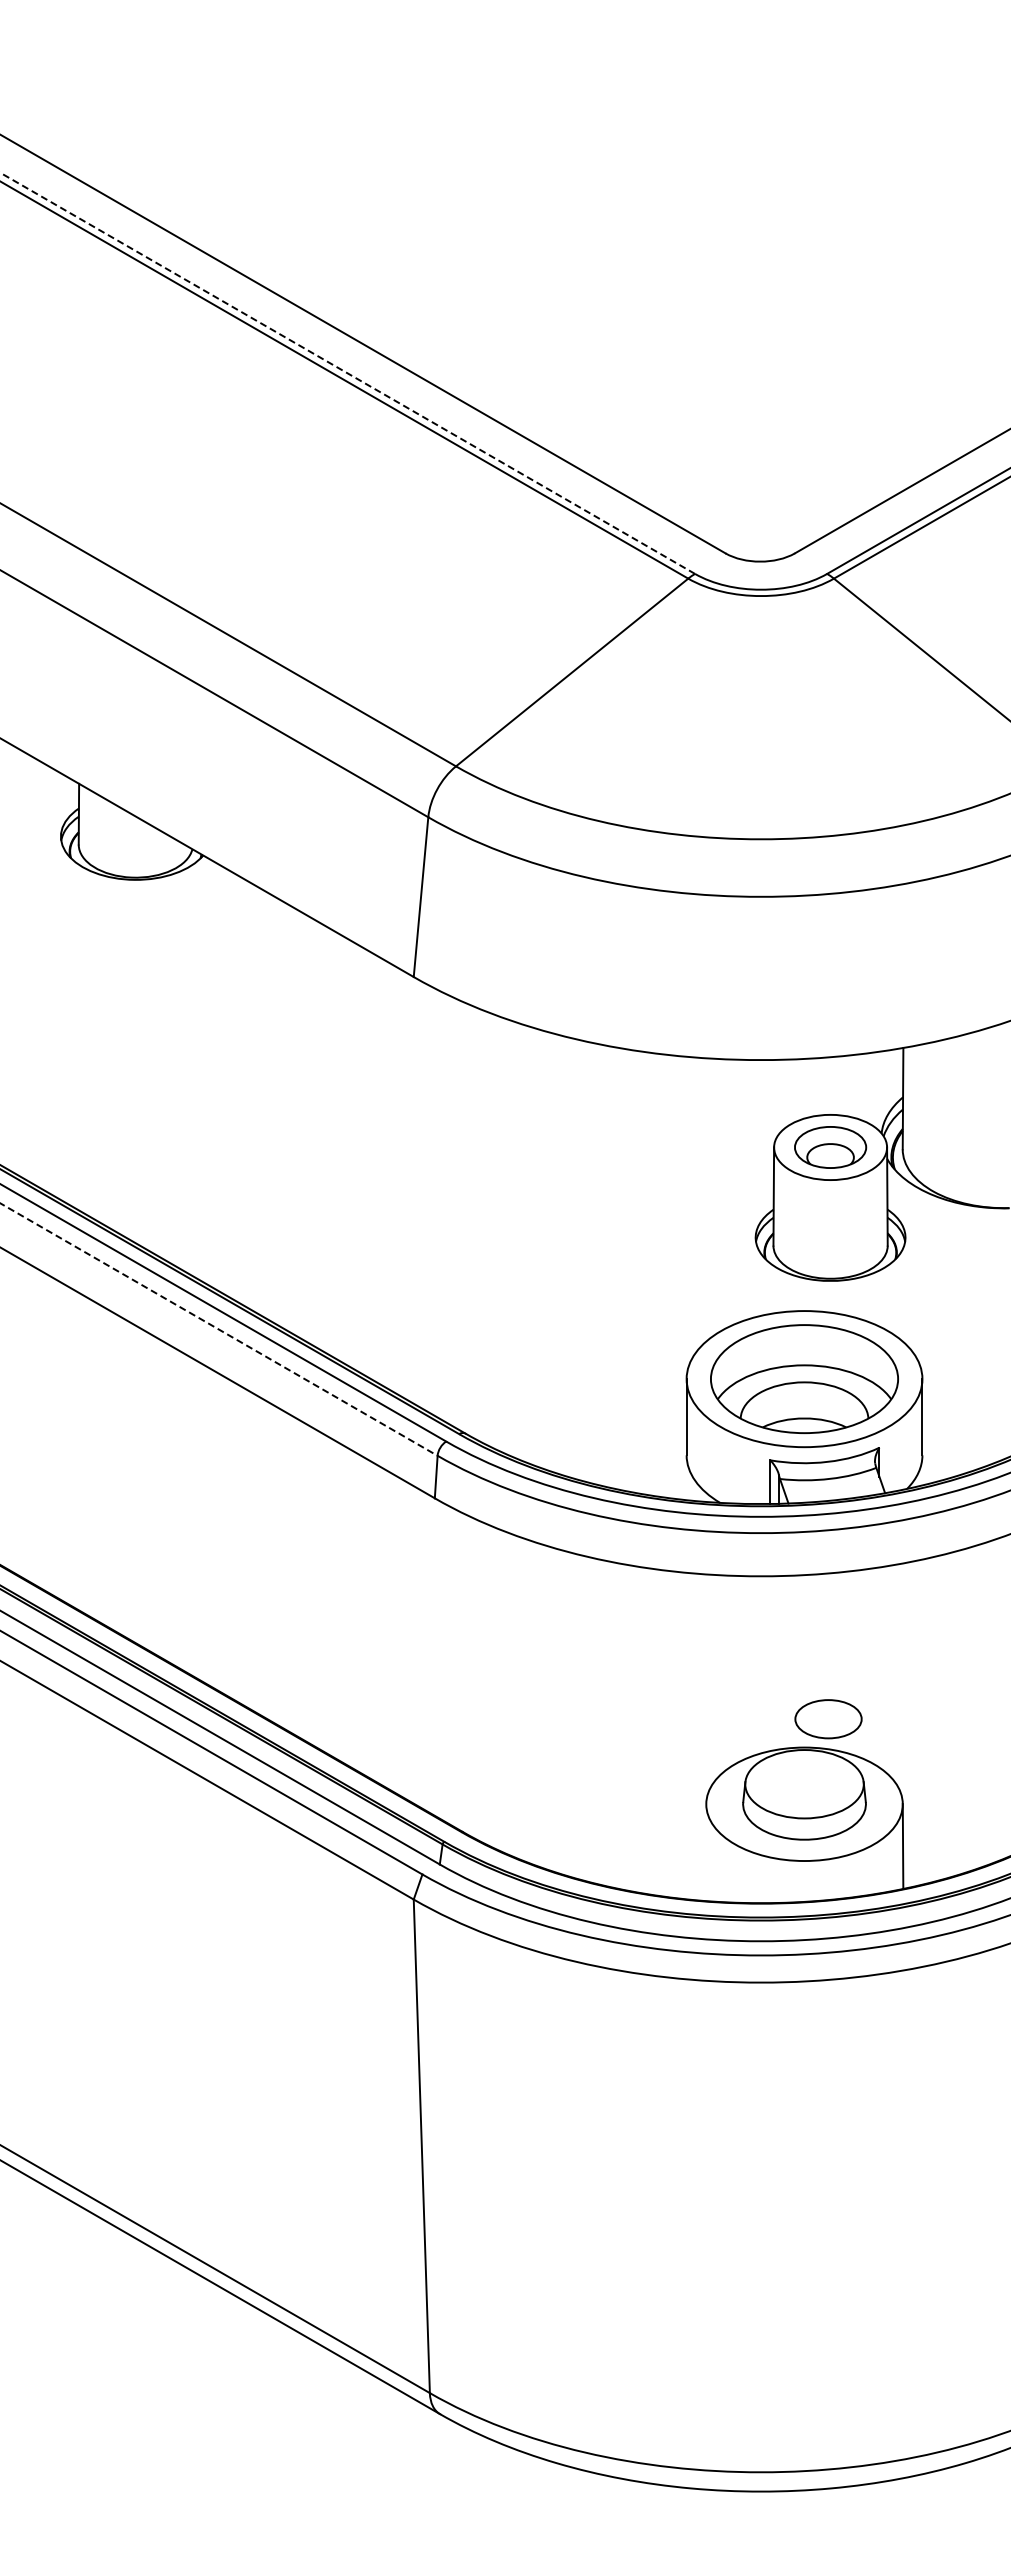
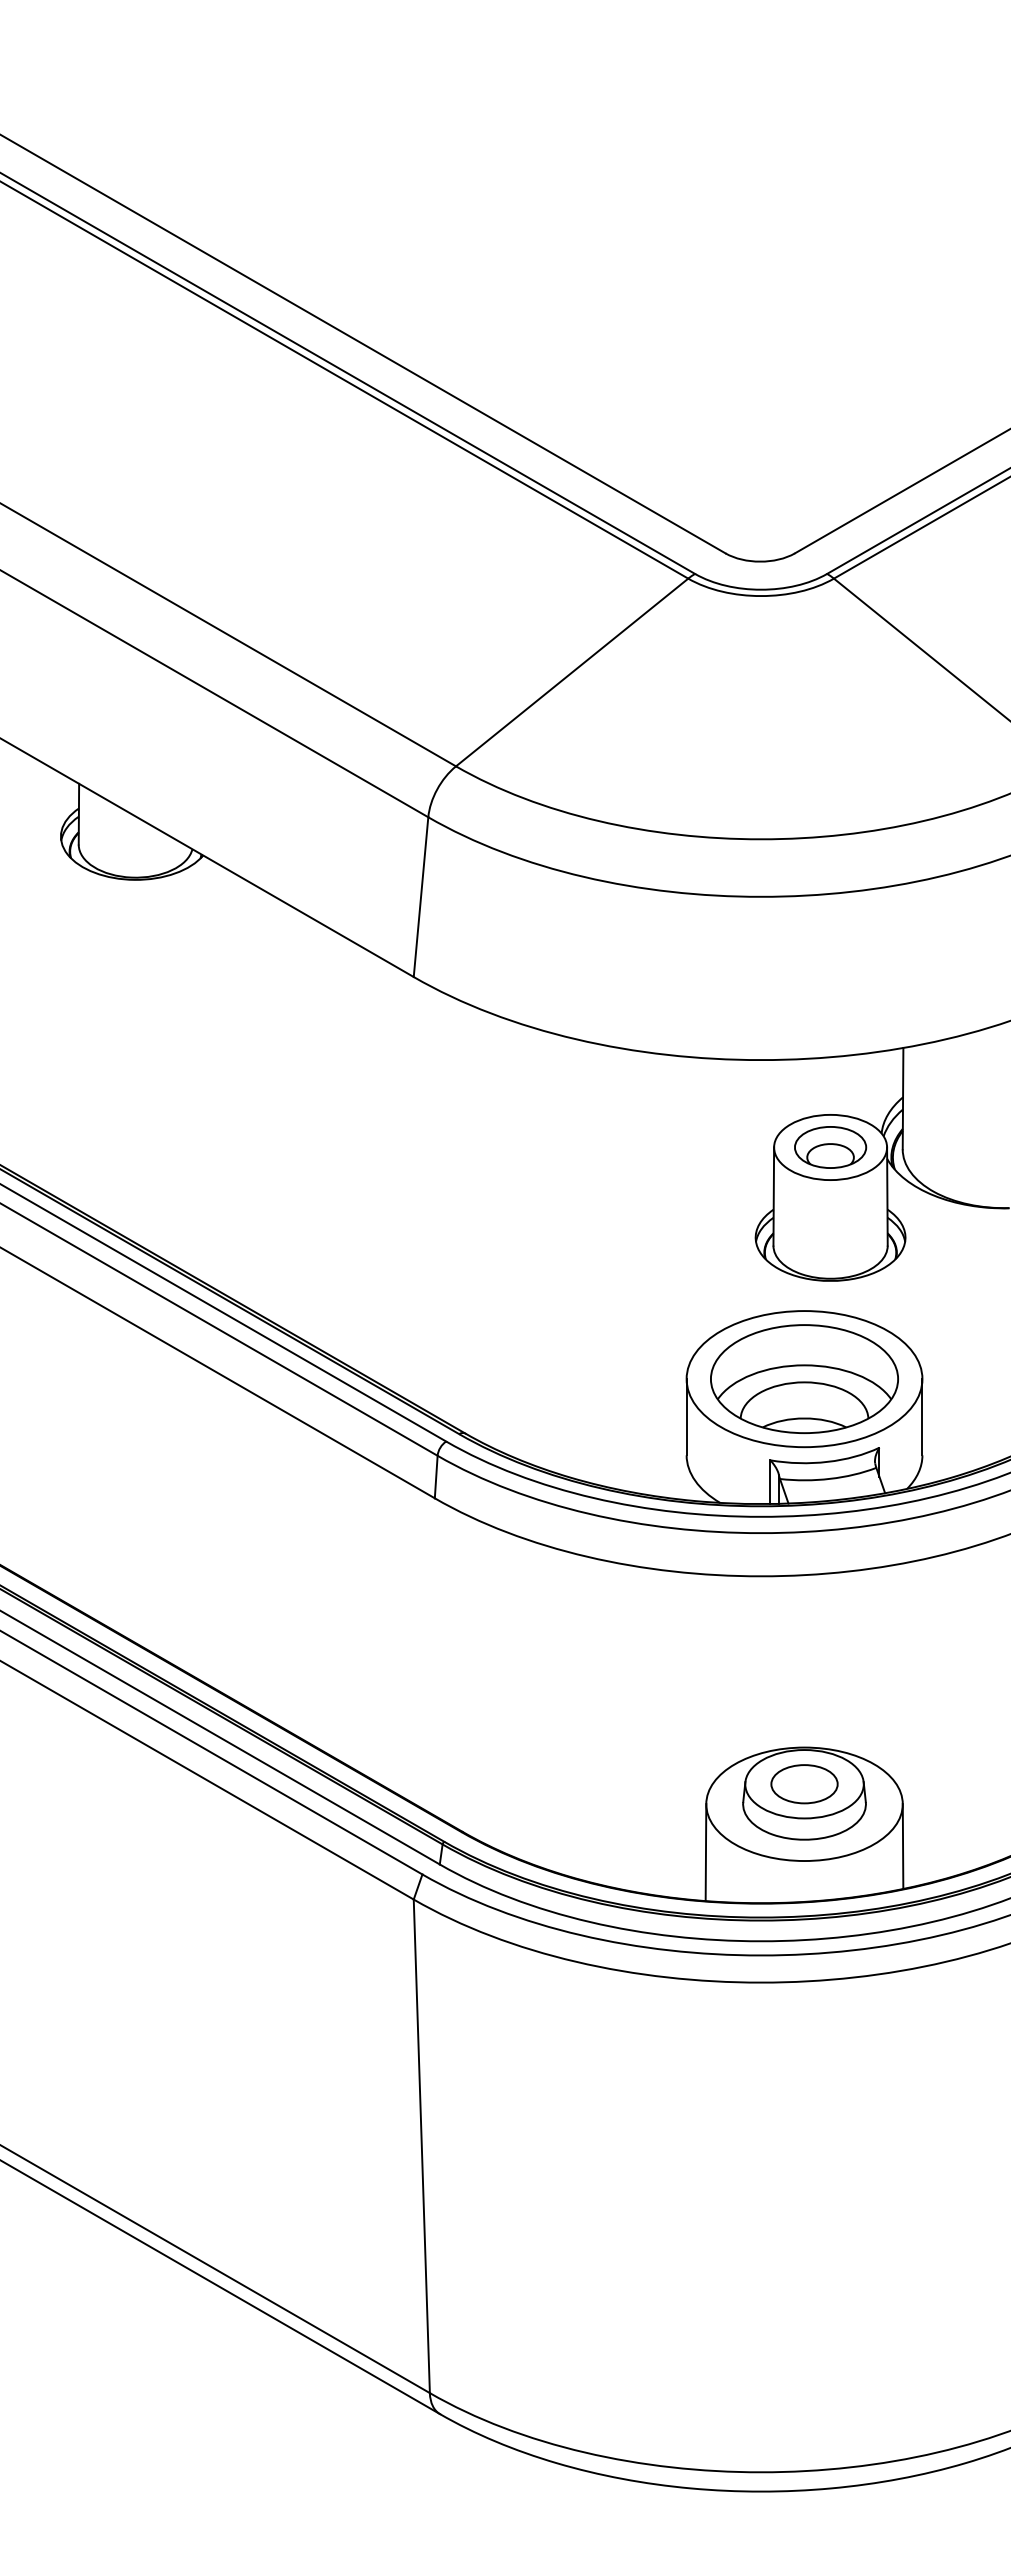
line at (347, 373): dashed -> solid
line at (219, 1329): dashed -> solid
part at (828, 1719) position: (828, 1719) -> (804, 1784)
line at (705, 1852): none -> present
